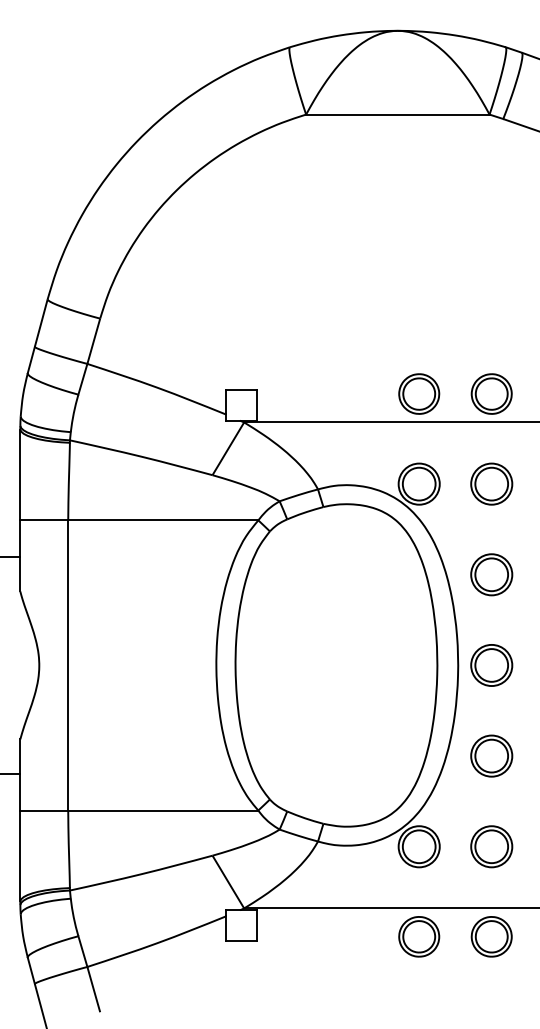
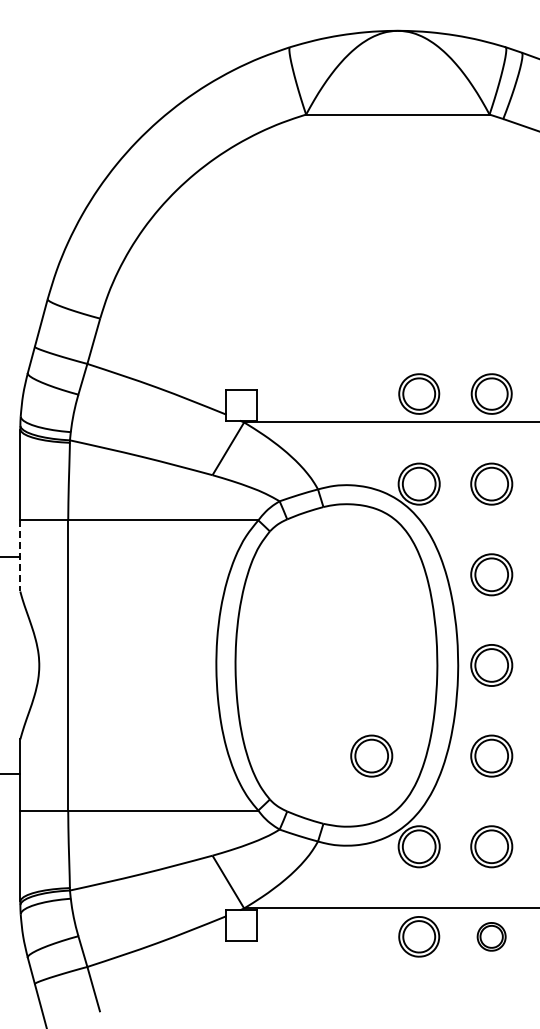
line at (20, 555): solid -> dashed
part at (371, 755): none -> present
part at (491, 936) size: 43x42 px -> 31x30 px
